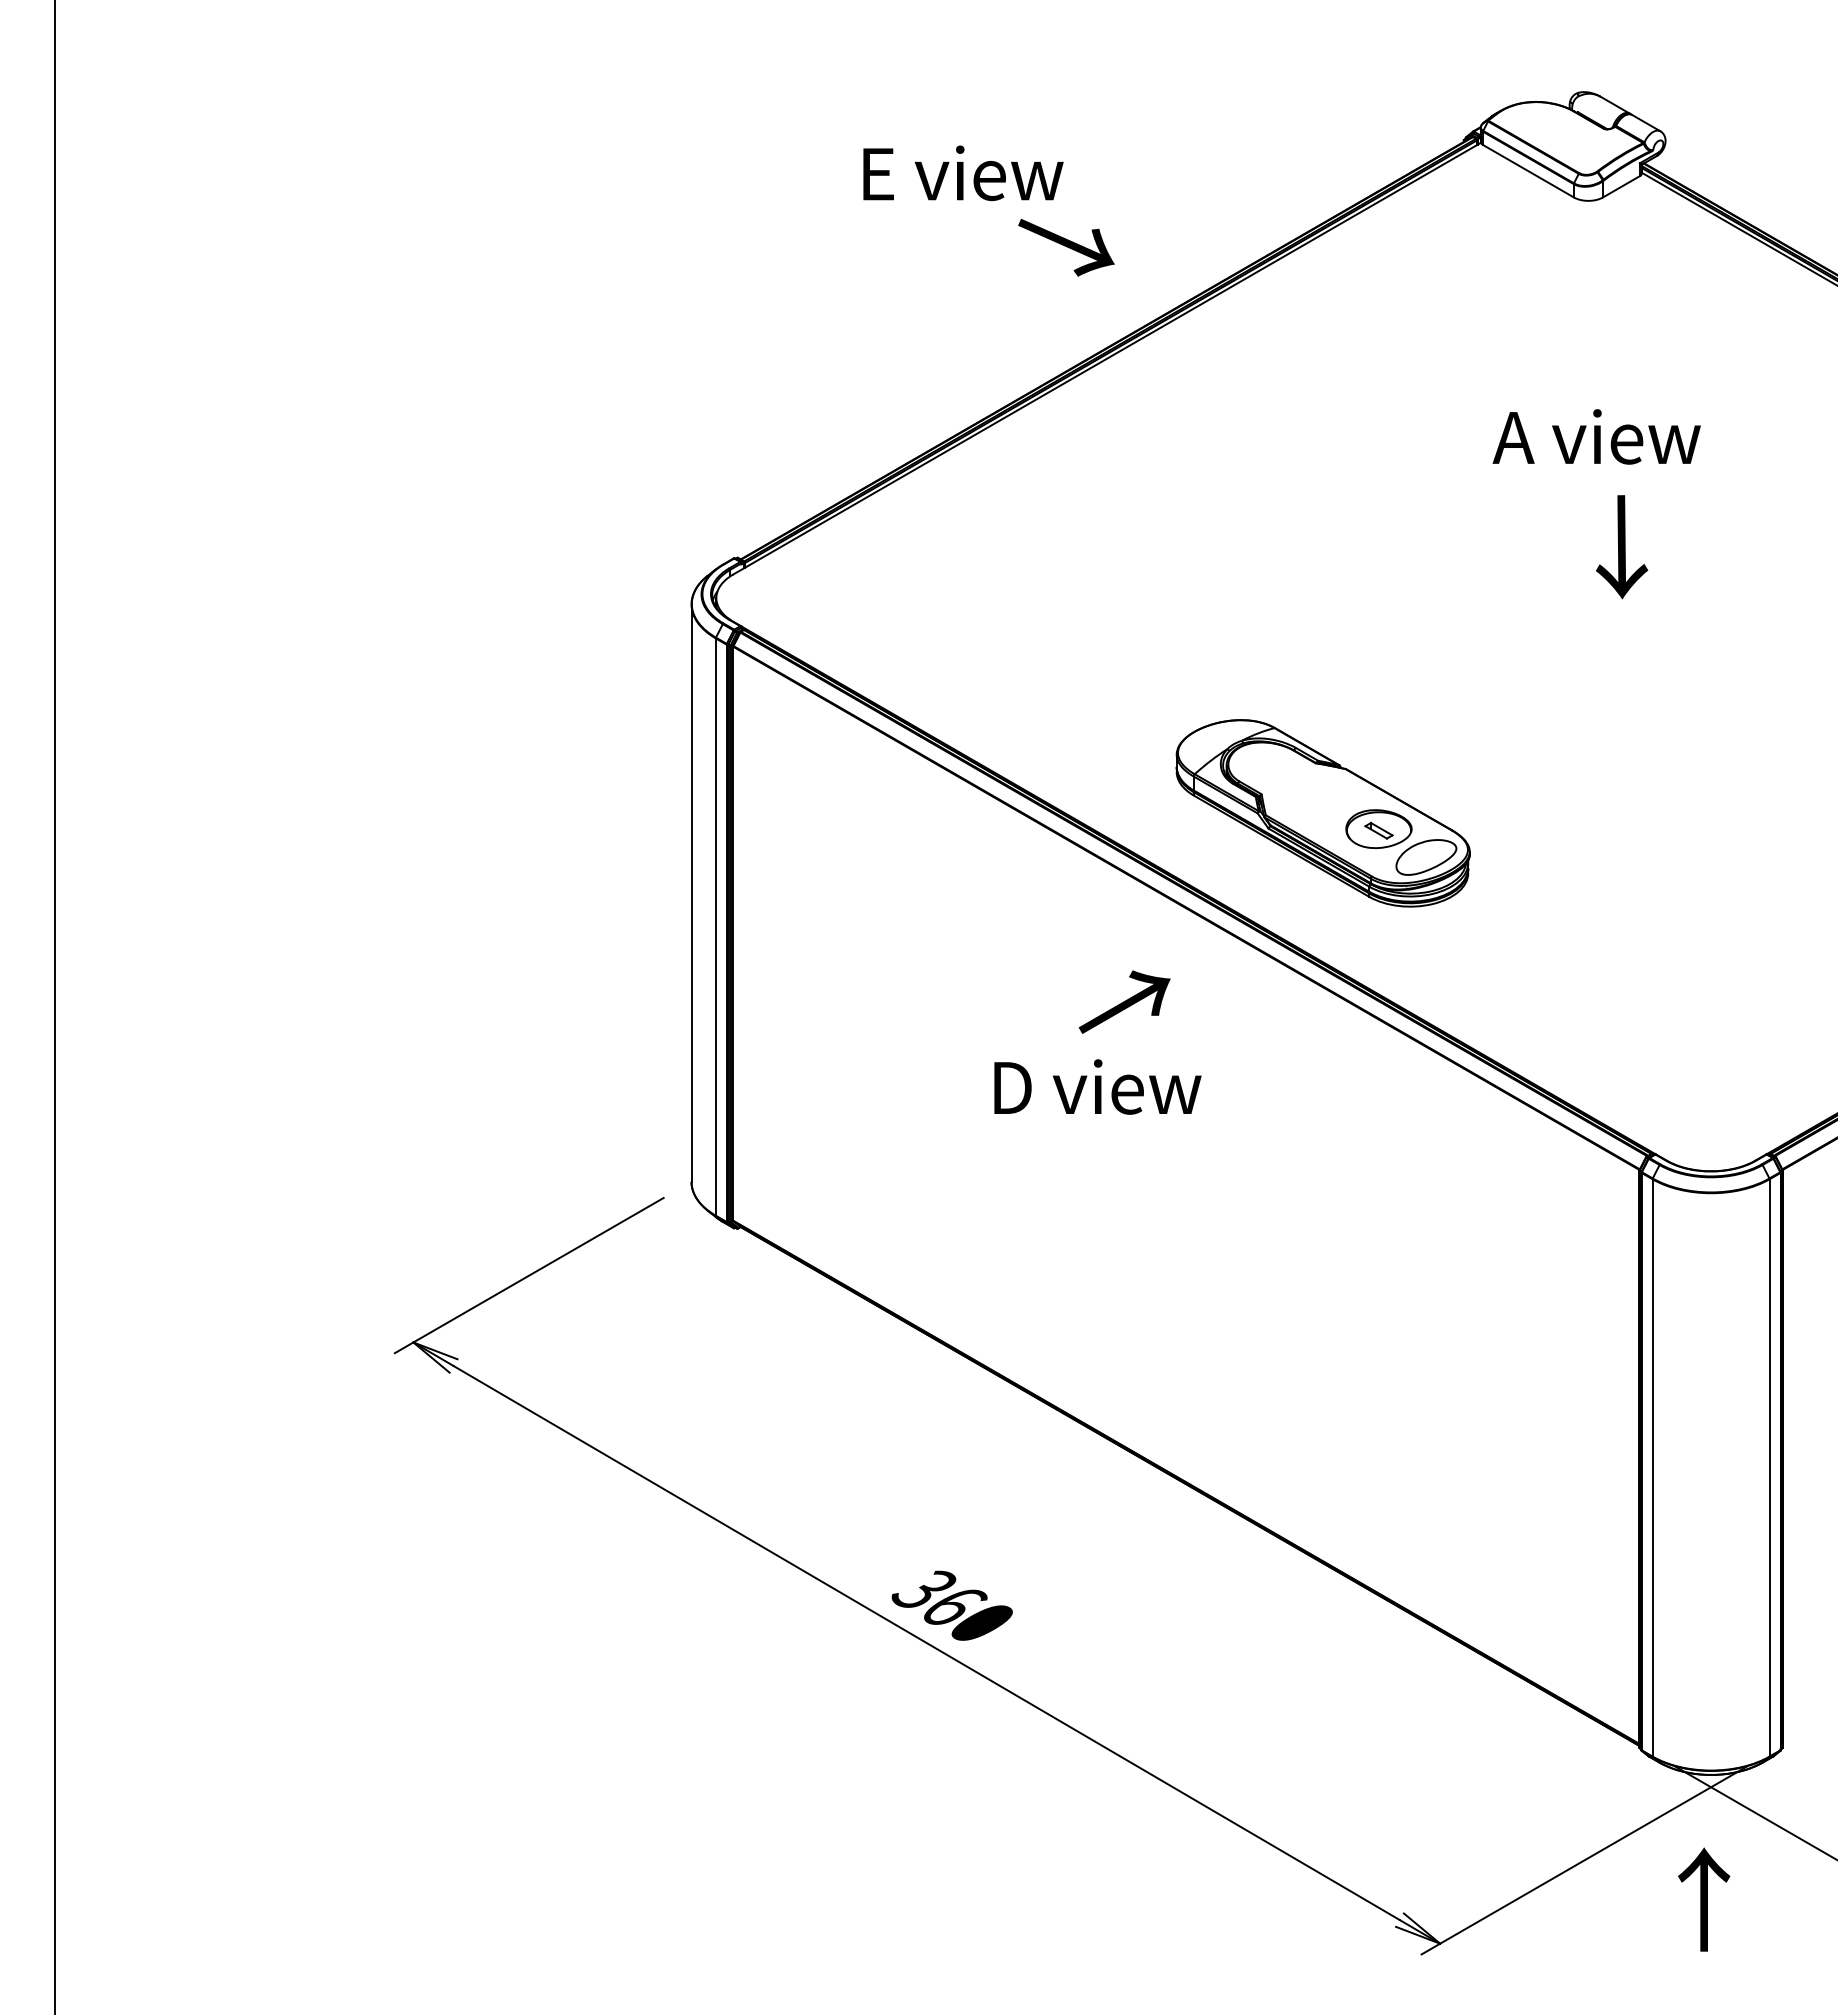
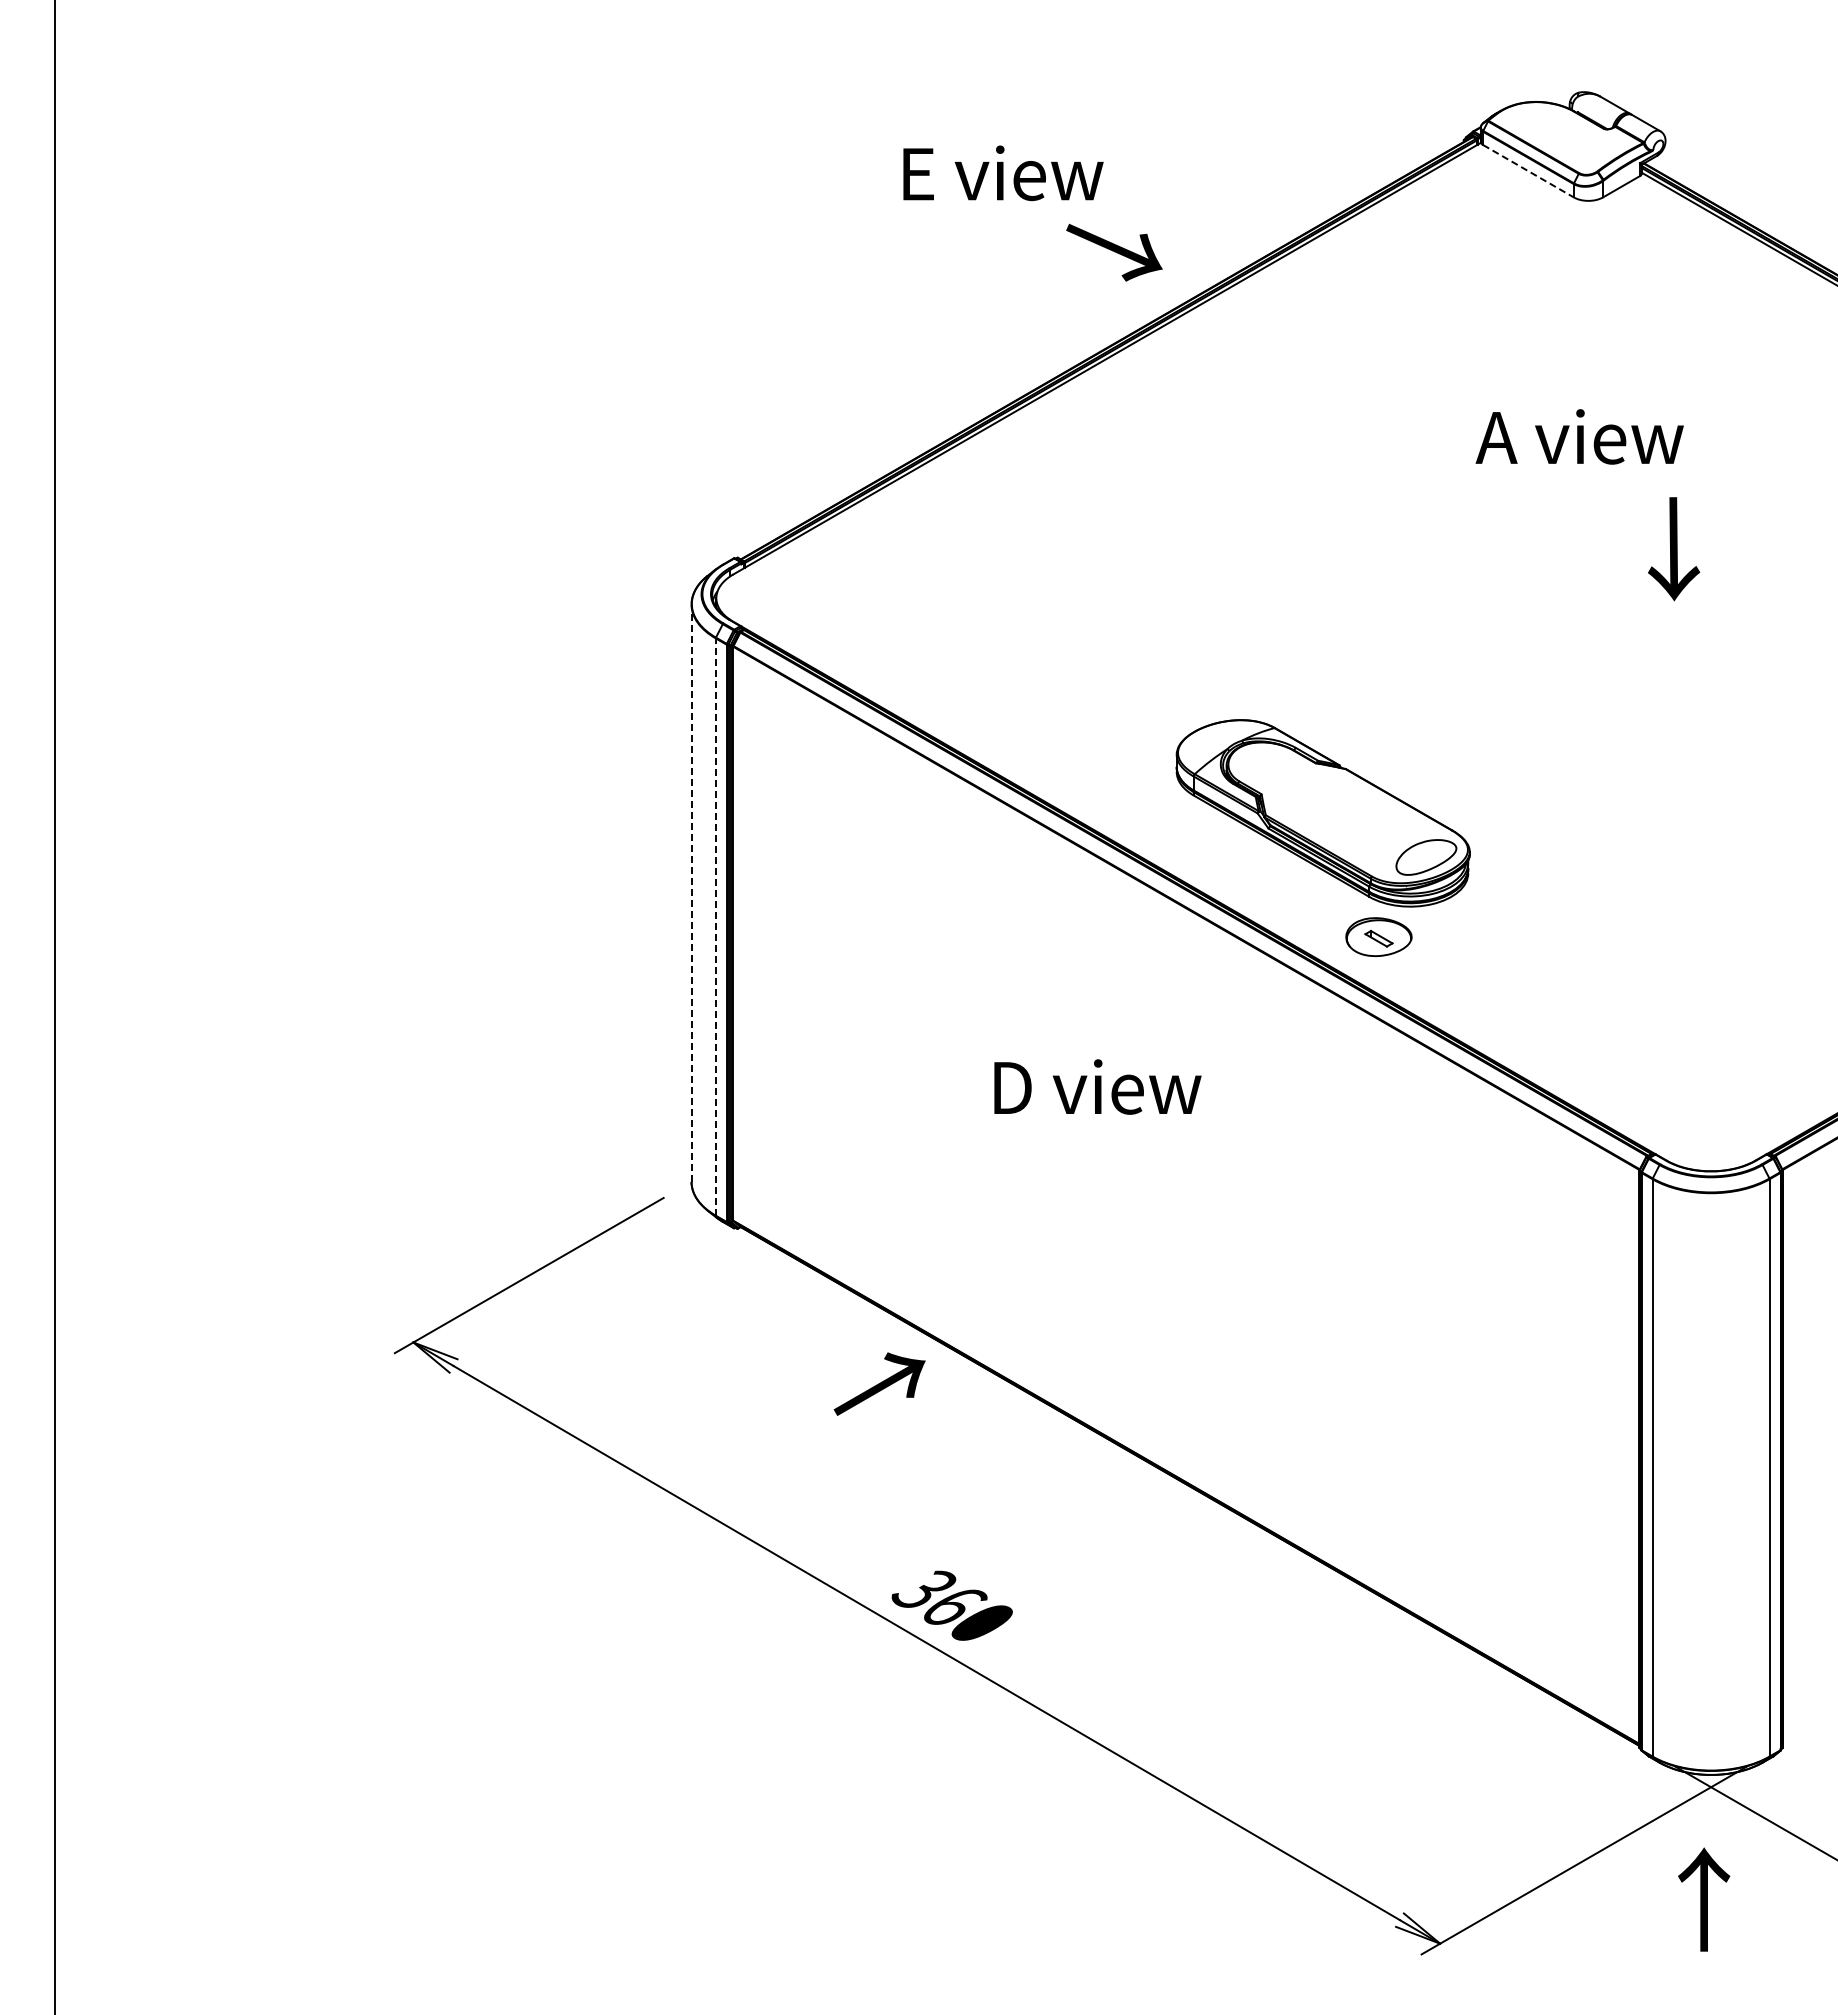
line at (1528, 171): solid -> dashed
text at (963, 172) position: (963, 172) -> (1003, 172)
text at (1066, 247) position: (1066, 247) -> (1114, 252)
text at (1596, 436) position: (1596, 436) -> (1579, 436)
text at (1622, 547) position: (1622, 547) -> (1674, 549)
part at (1378, 829) position: (1378, 829) -> (1378, 937)
line at (691, 893): solid -> dashed
line at (715, 927): solid -> dashed
text at (1124, 1001) position: (1124, 1001) -> (879, 1383)
